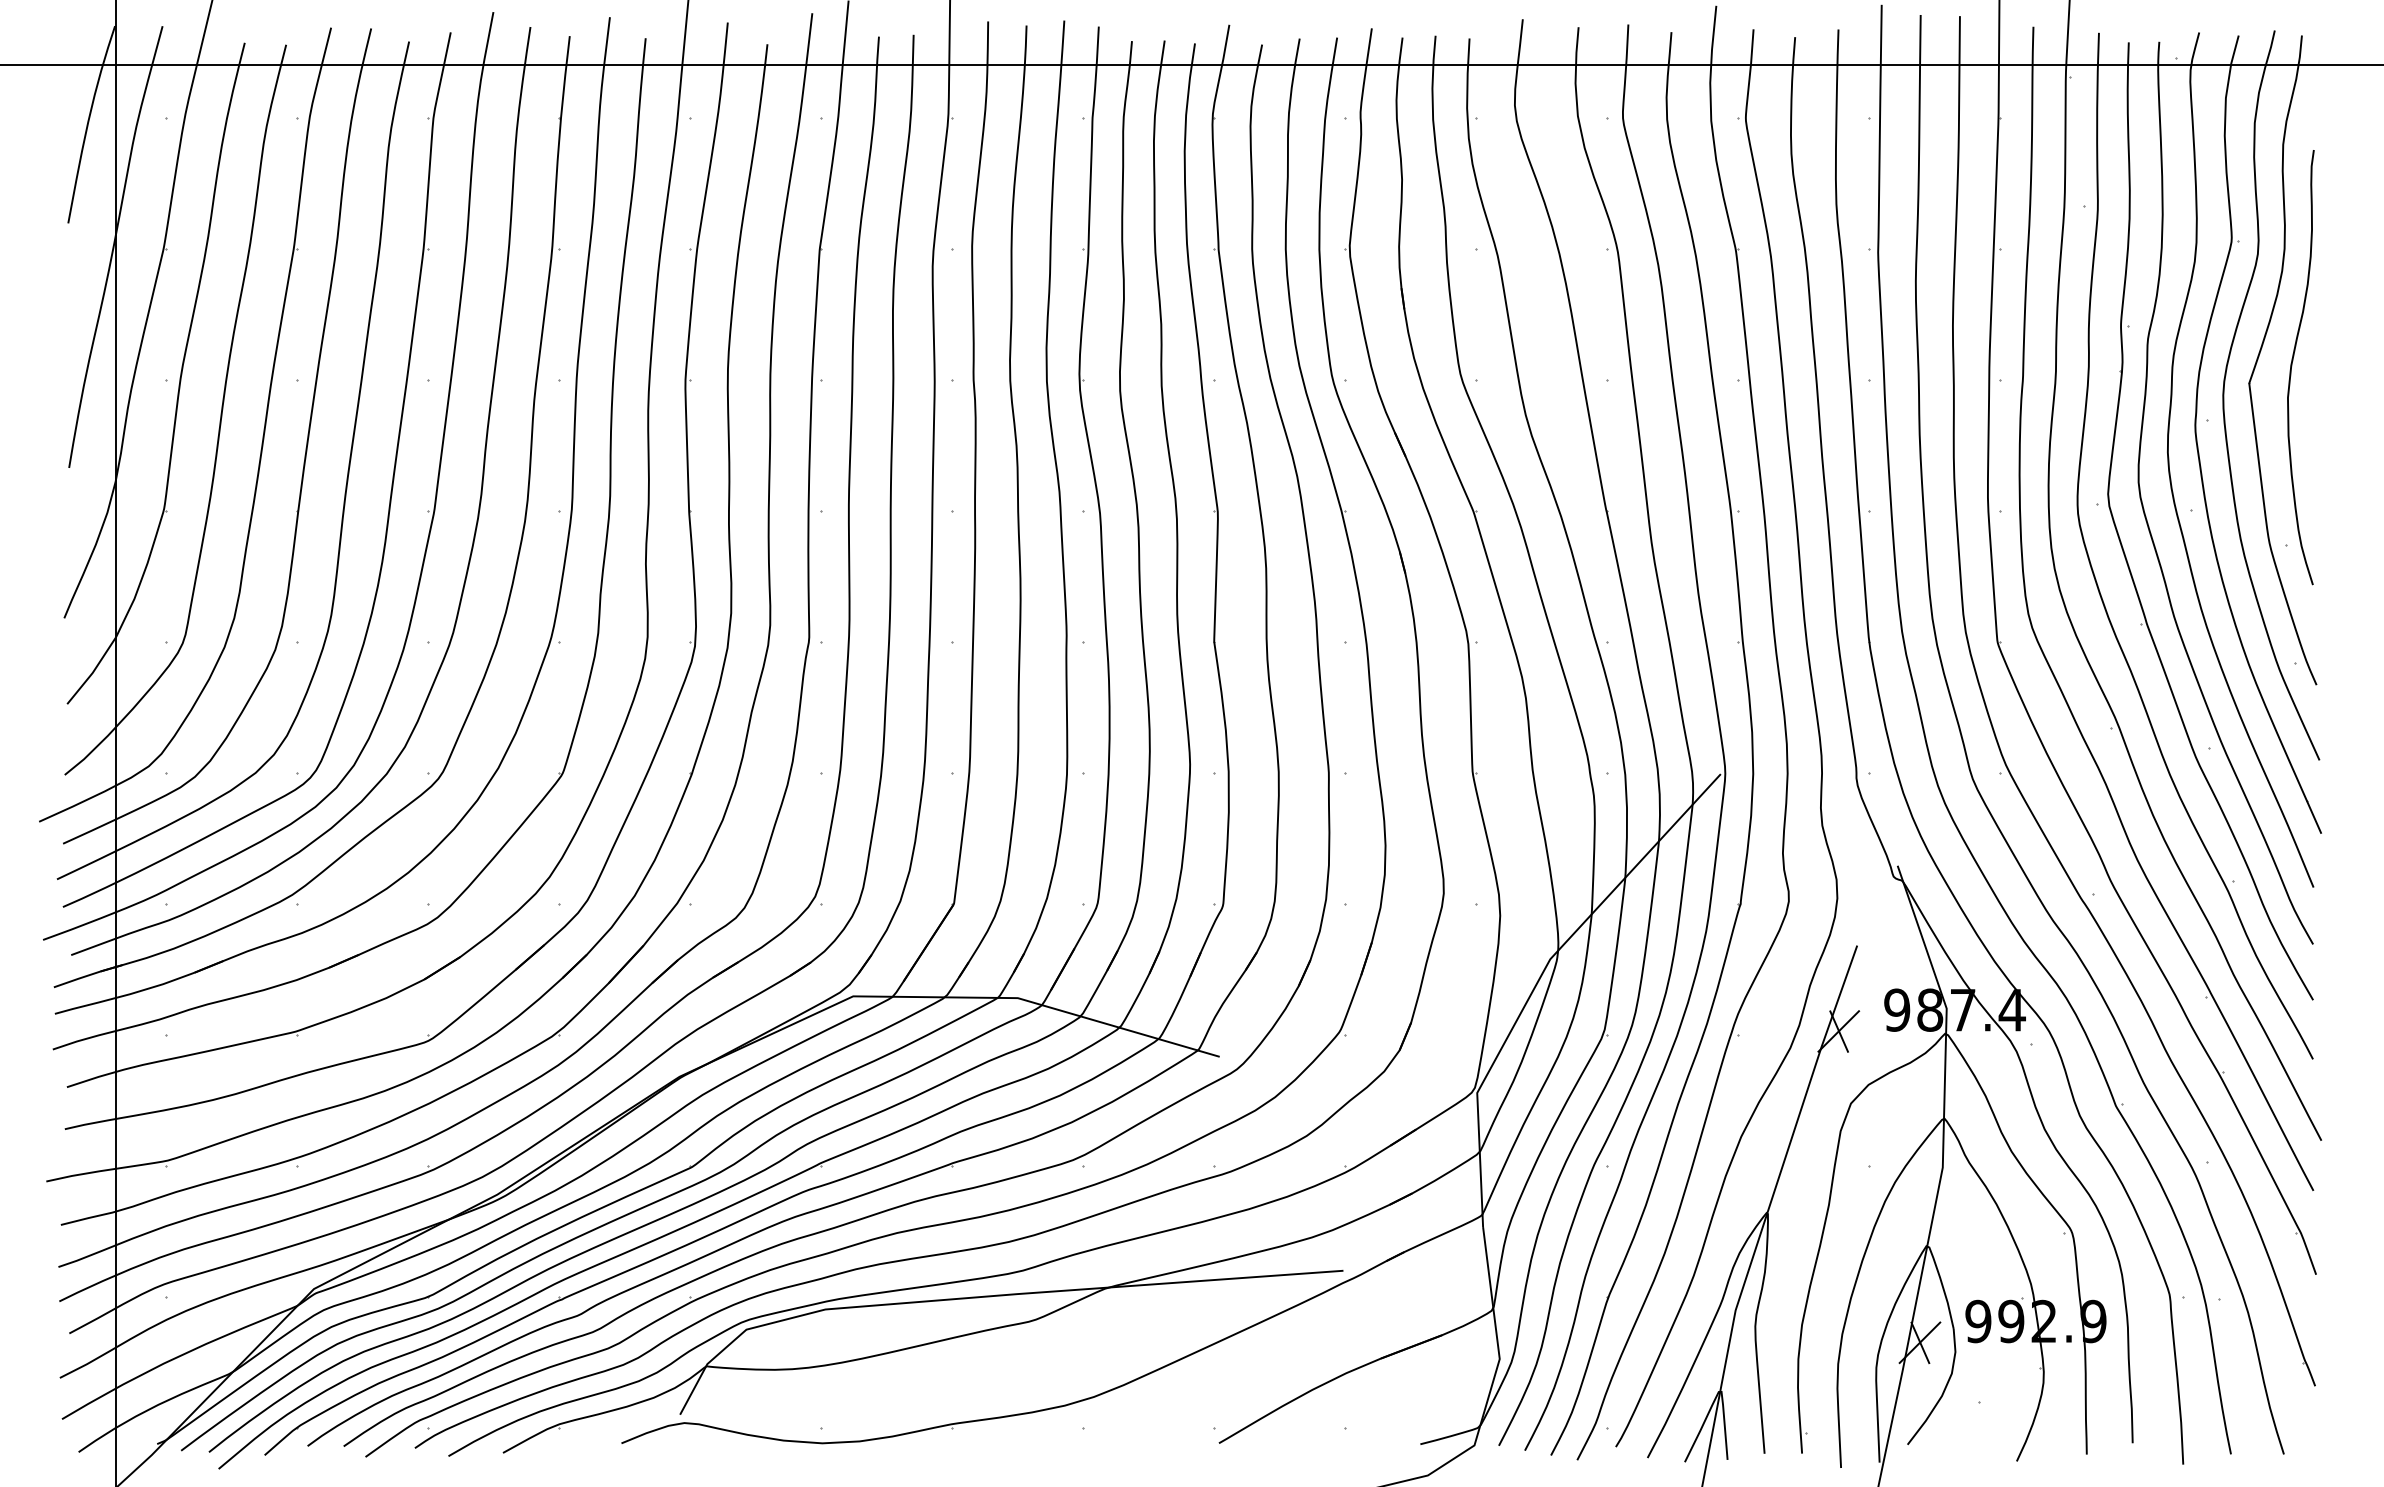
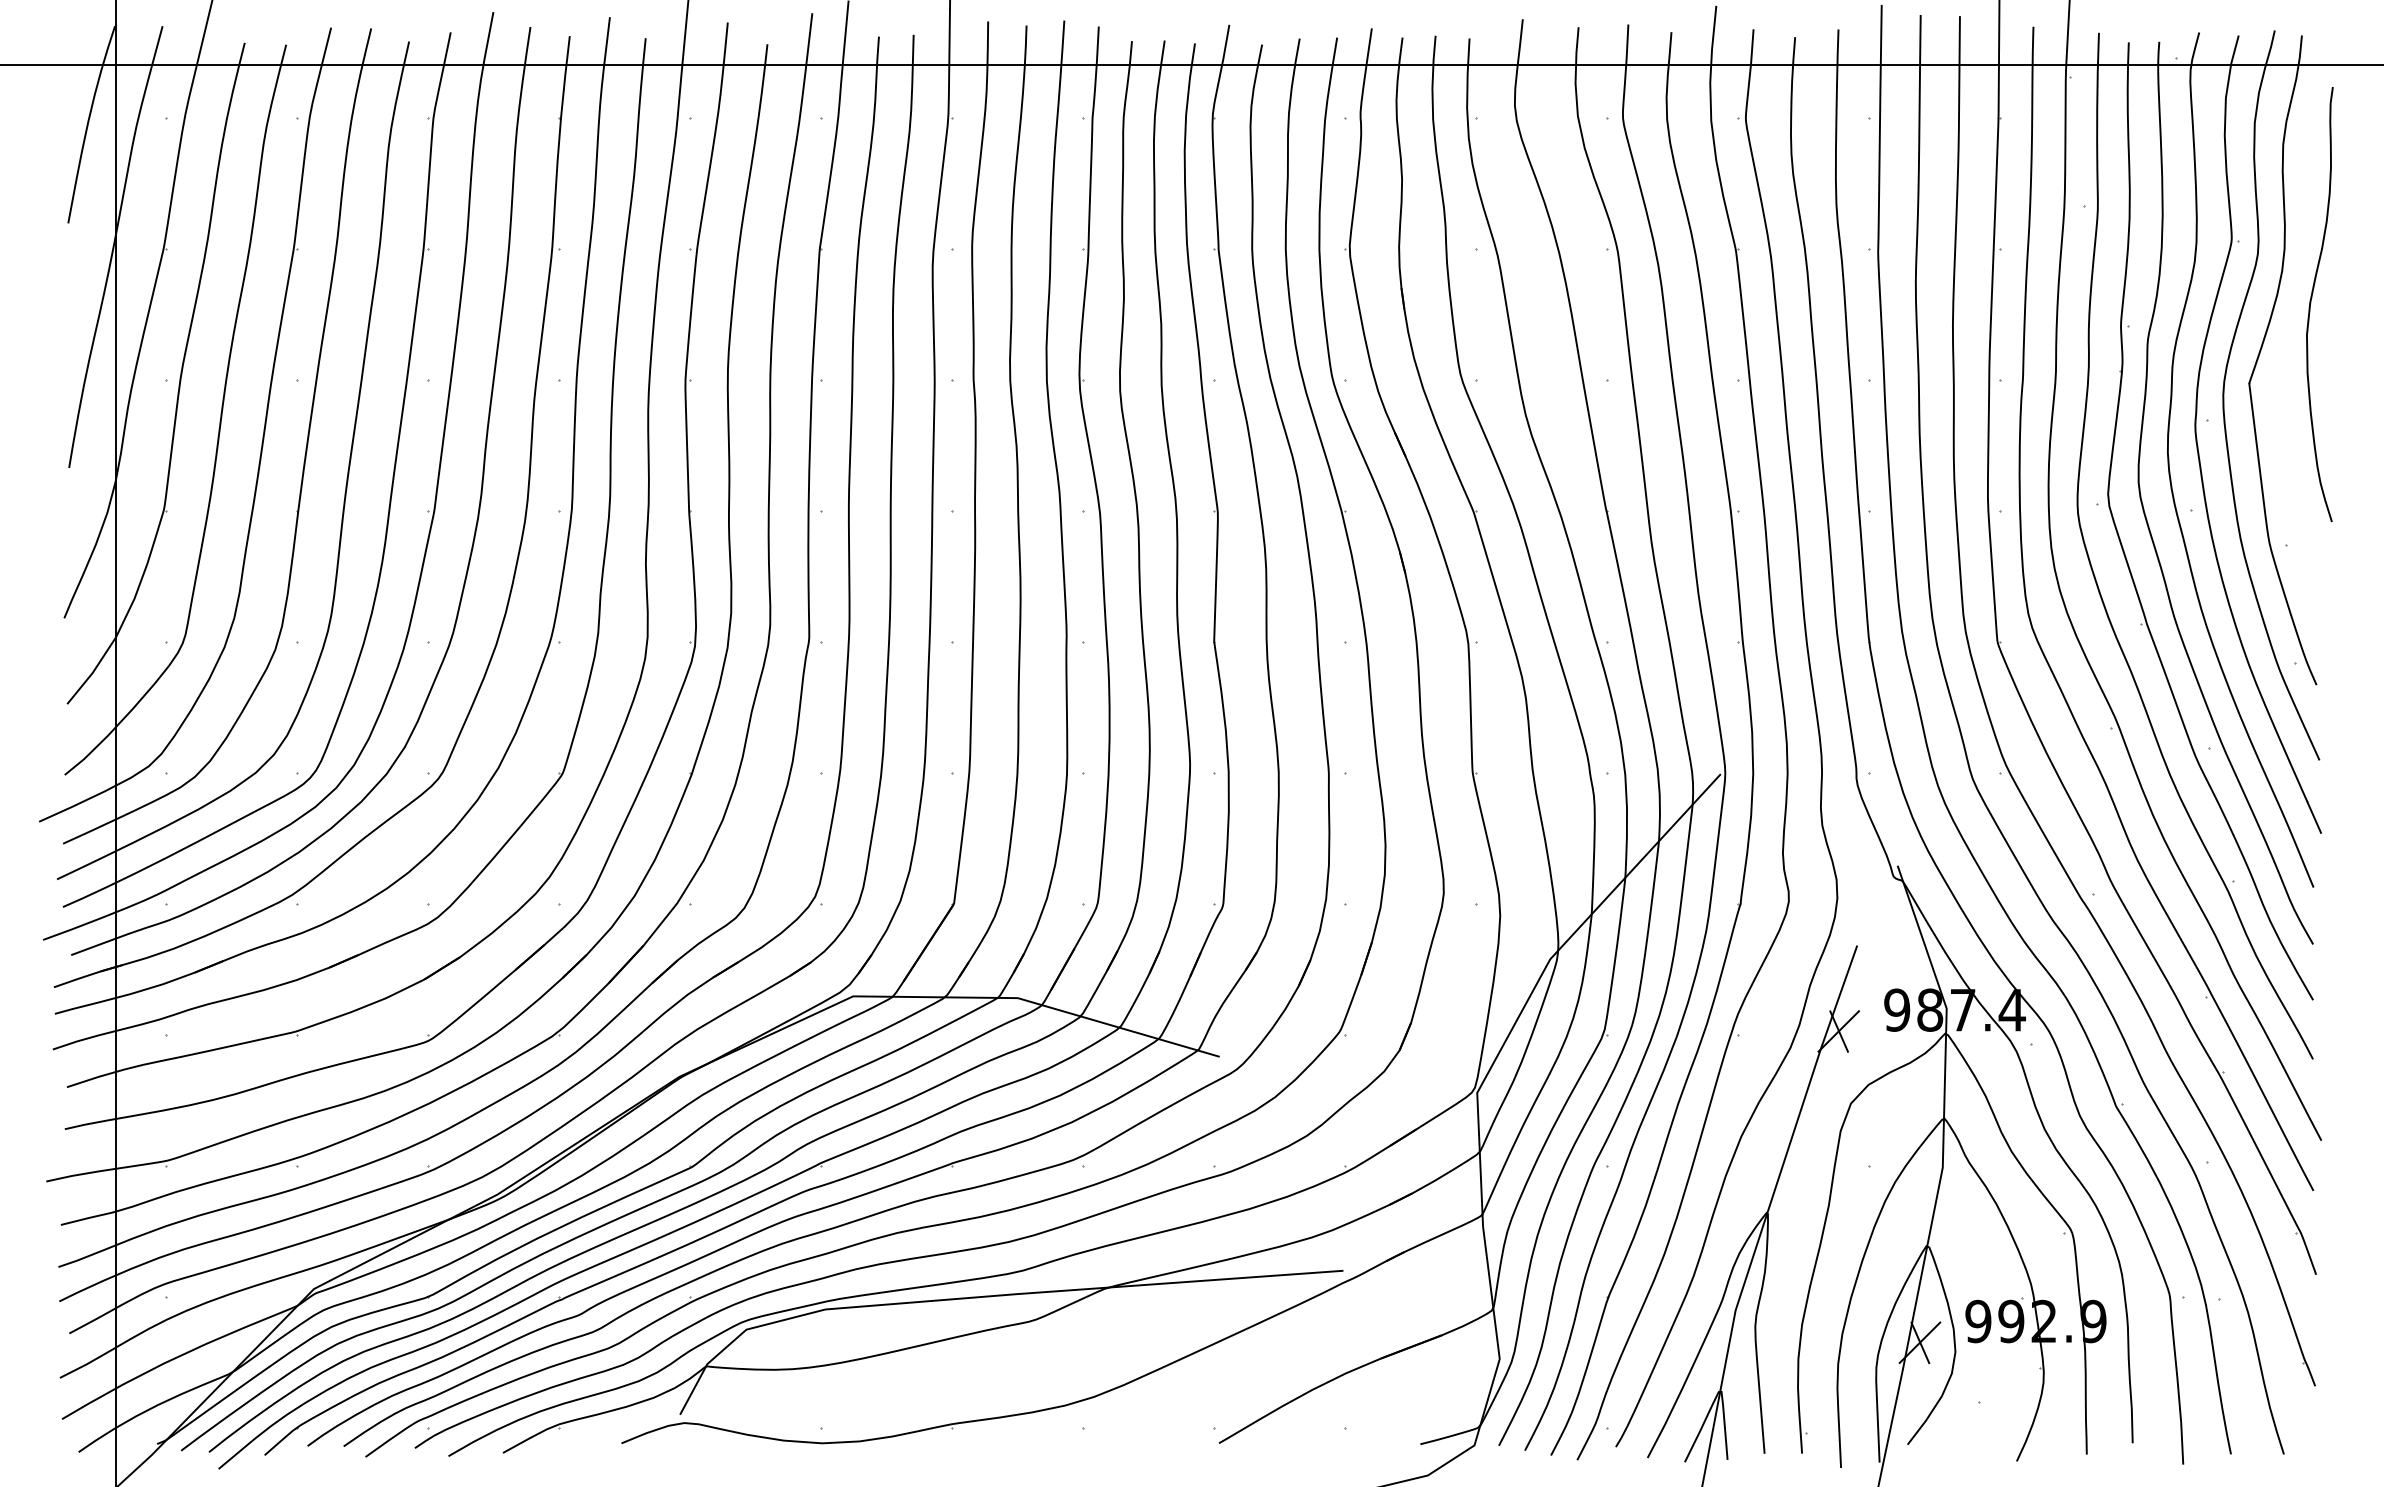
curve at (2292, 366) position: (2292, 366) -> (2311, 303)
